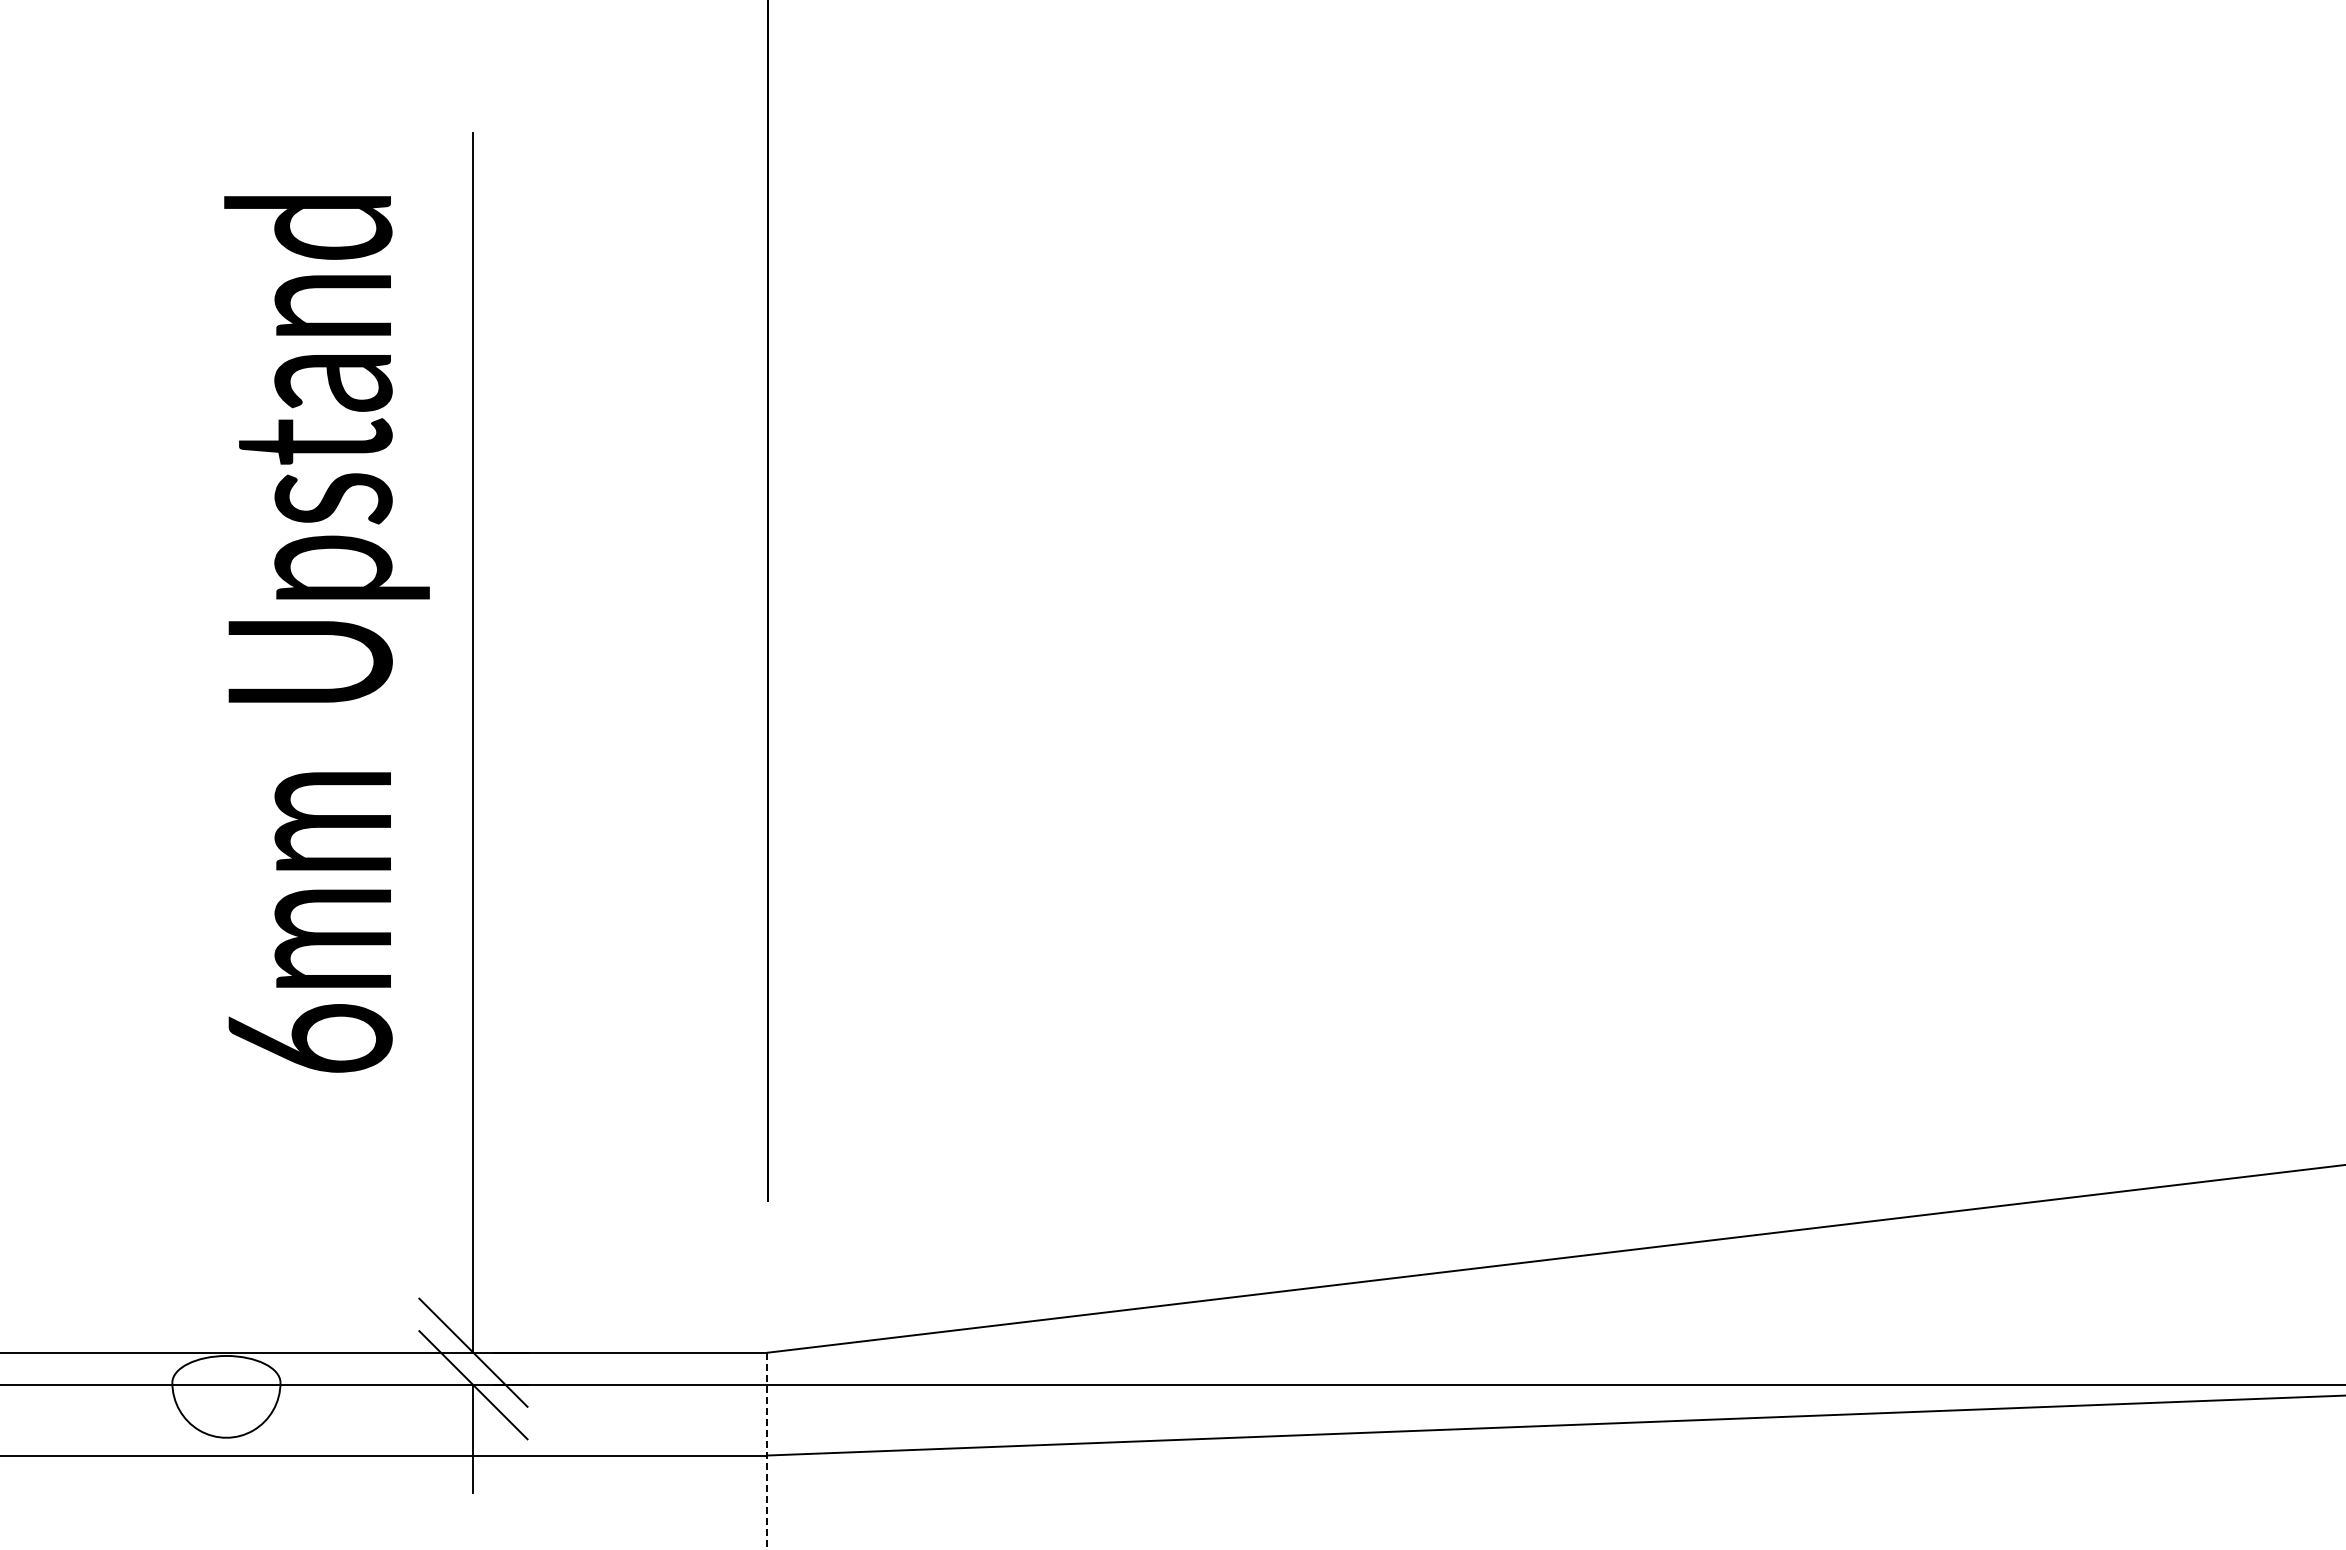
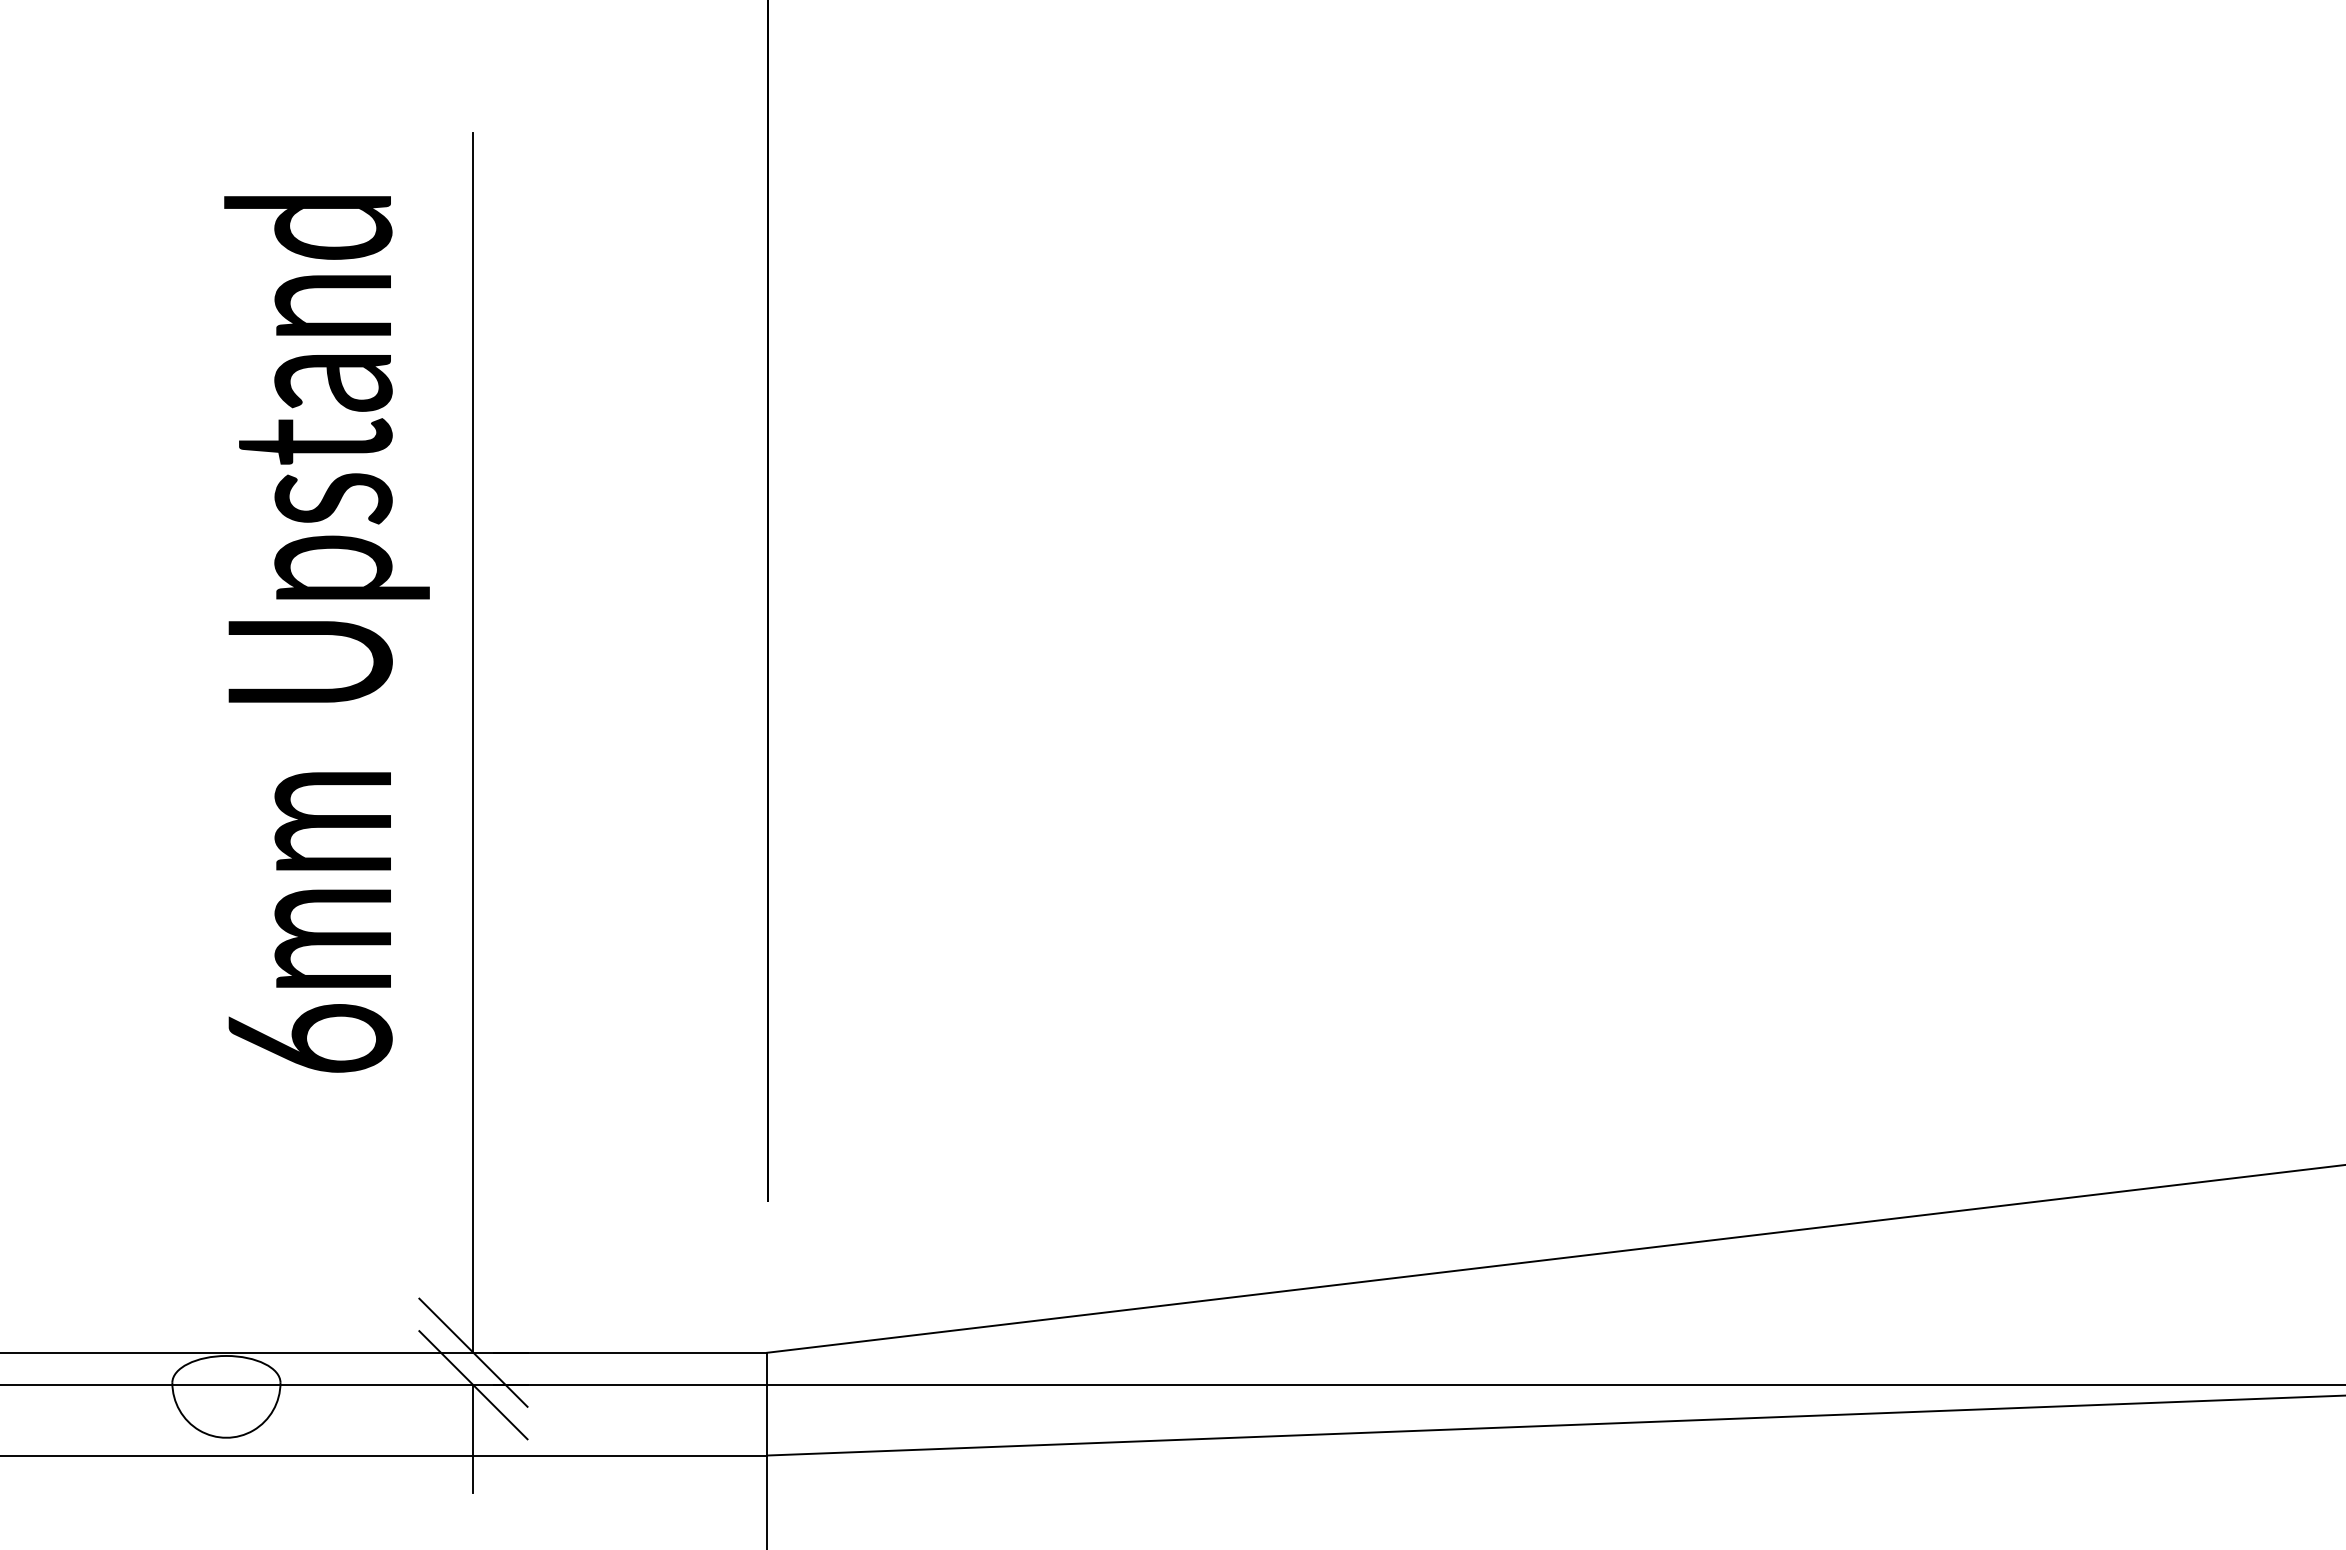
line at (767, 1451): dashed -> solid
